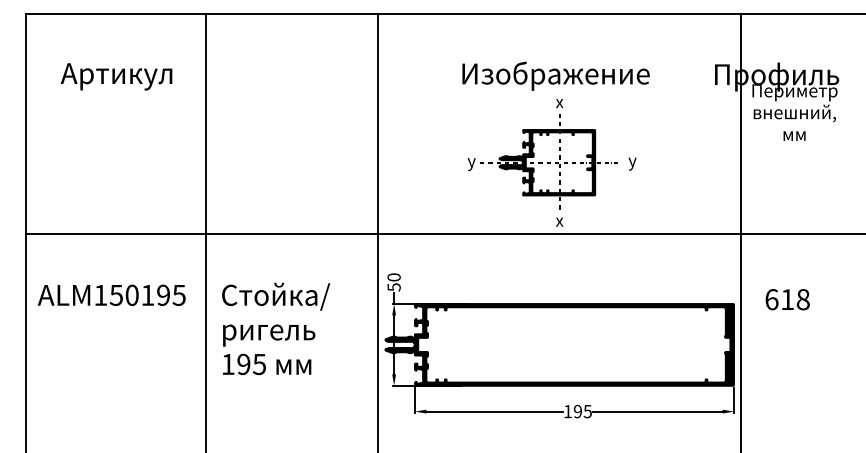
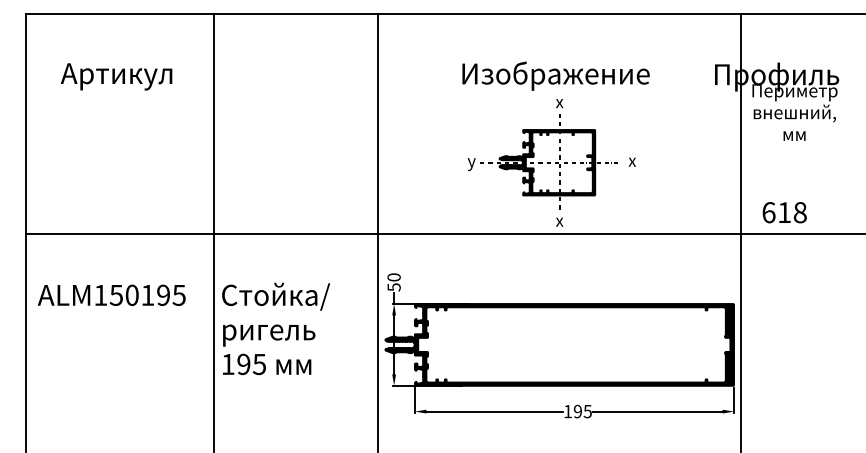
text at (632, 163): y -> x
line at (205, 231) position: (205, 231) -> (213, 231)
text at (787, 299) position: (787, 299) -> (784, 212)
